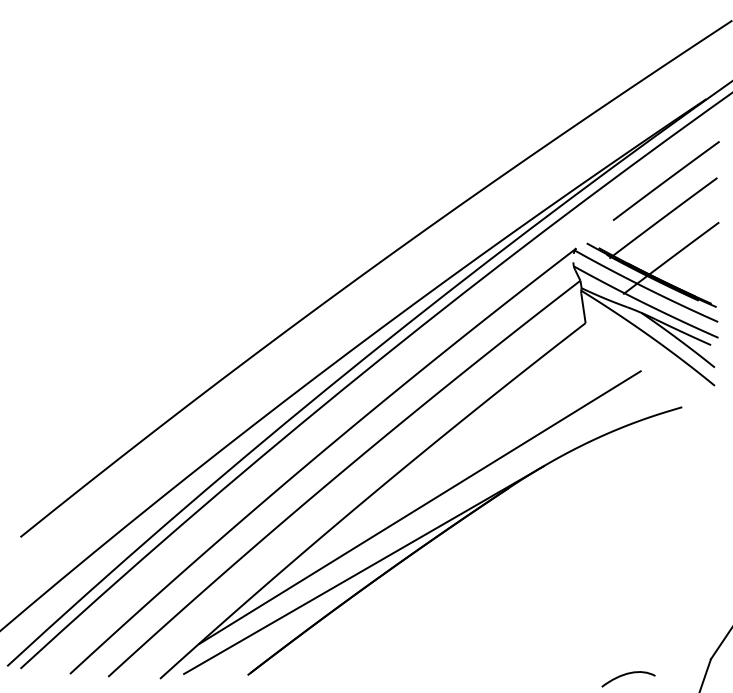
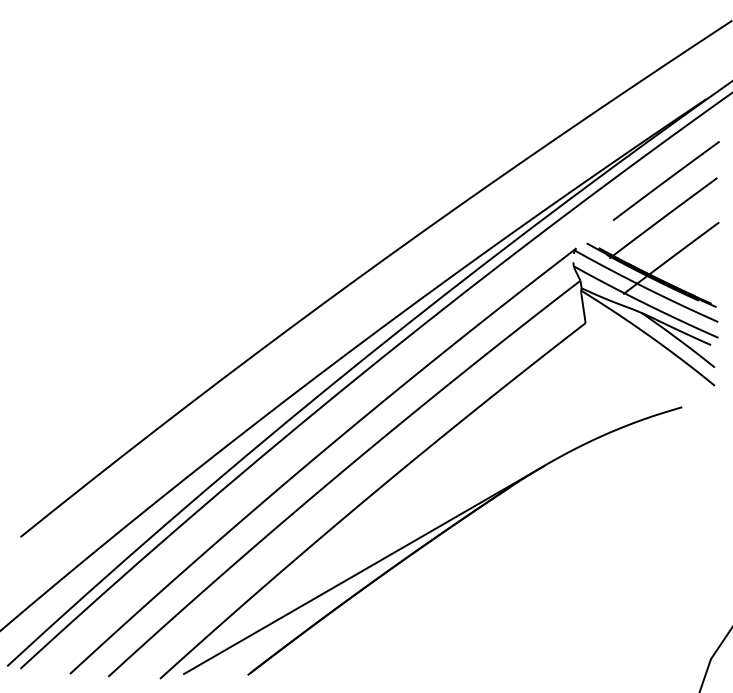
line at (419, 507): present -> none
curve at (628, 674): present -> none
